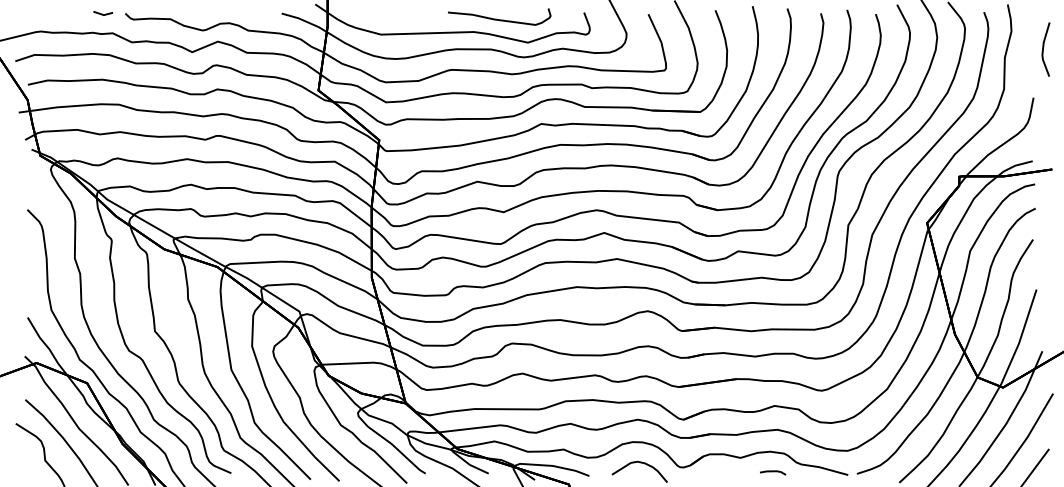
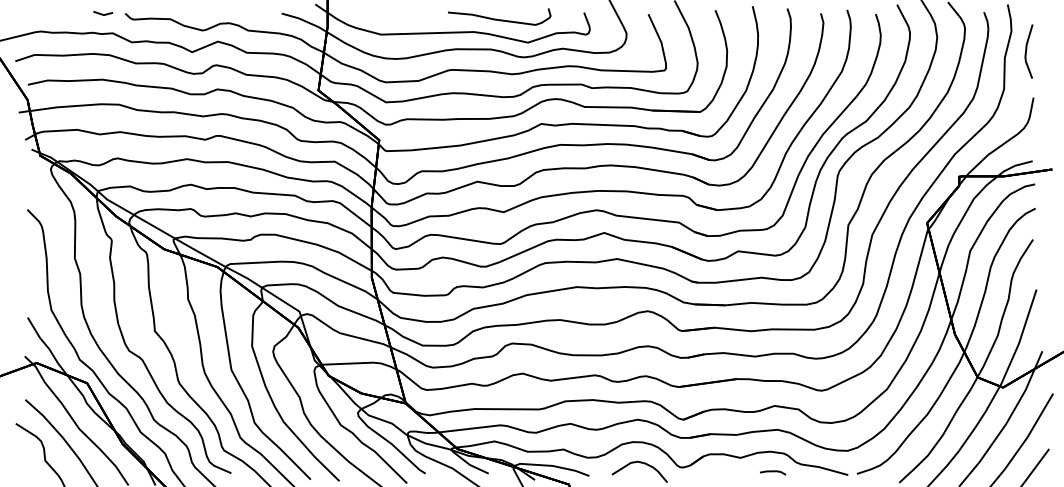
line at (1043, 49) position: (1043, 49) -> (1026, 51)
